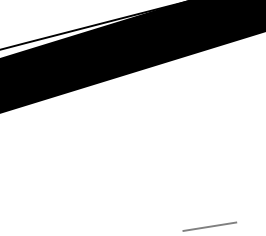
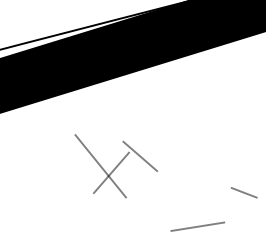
part at (115, 166): none -> present
line at (243, 192): none -> present
line at (209, 226) position: (209, 226) -> (197, 226)
